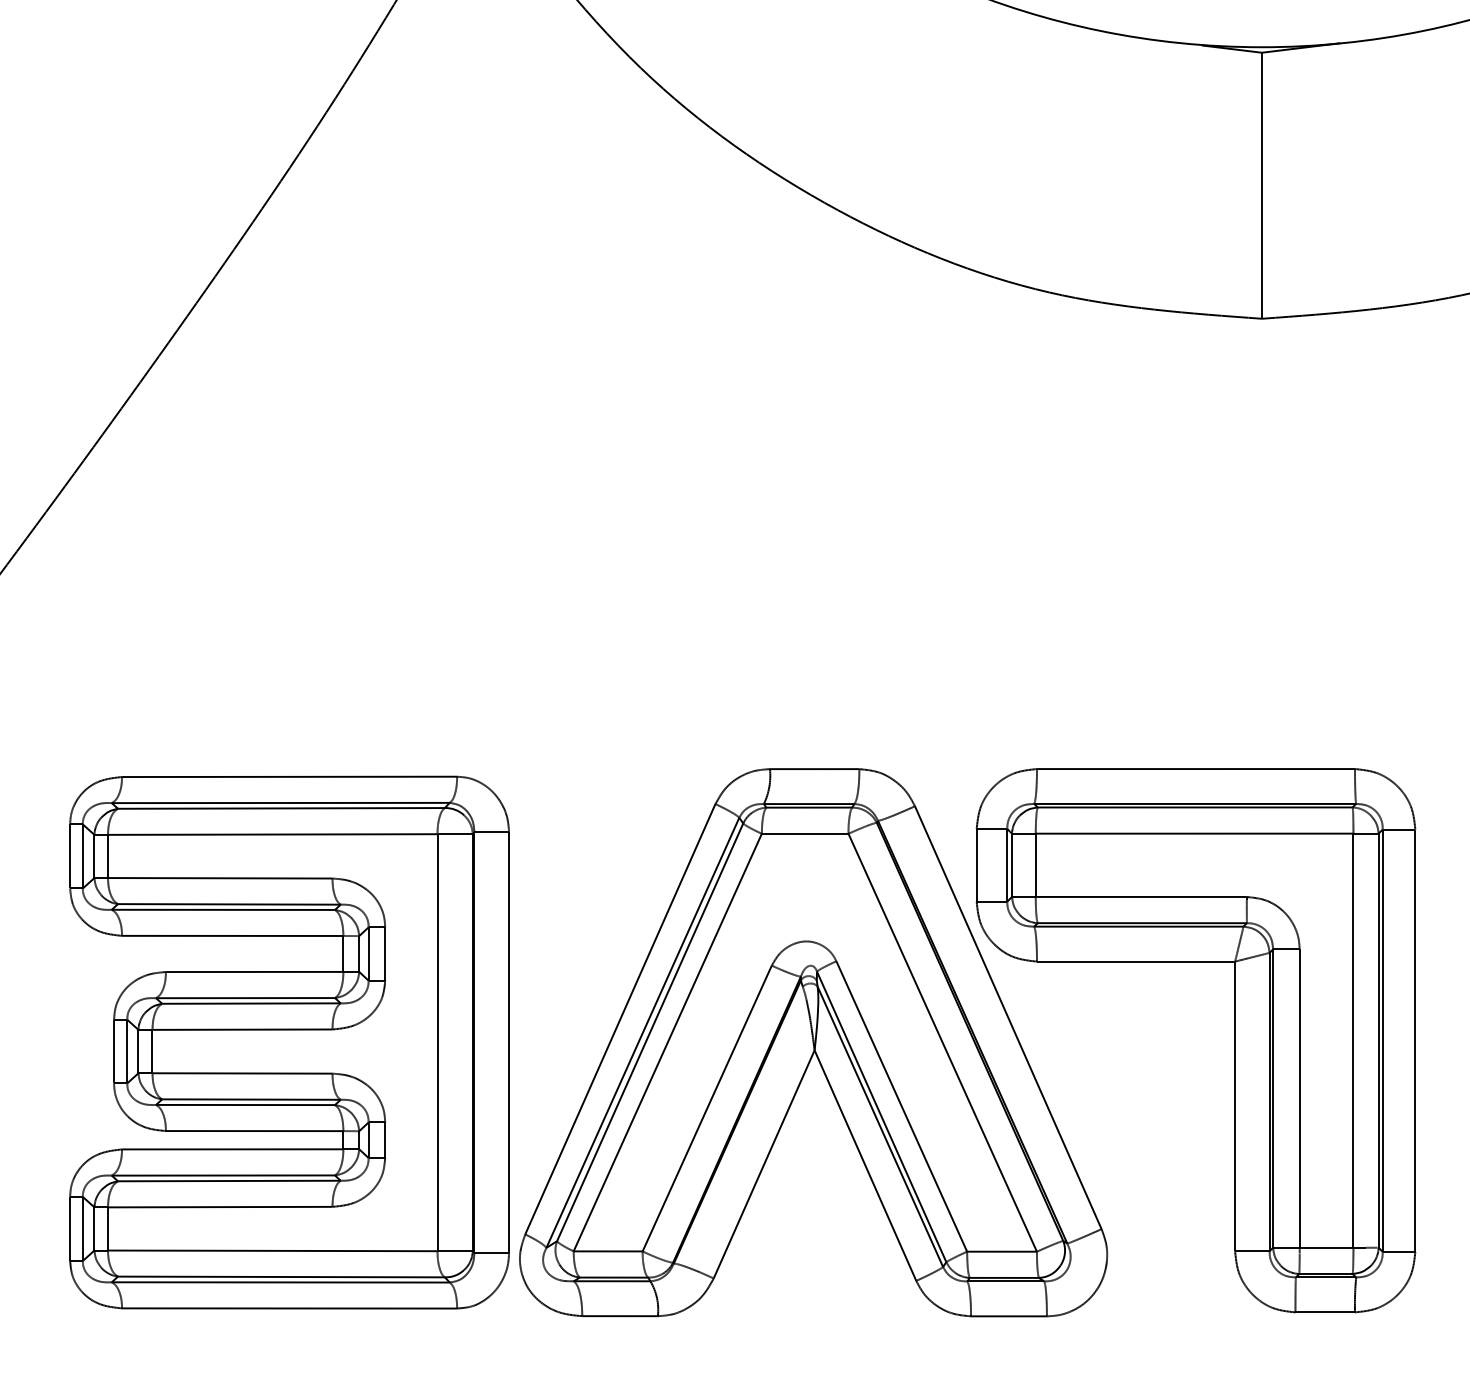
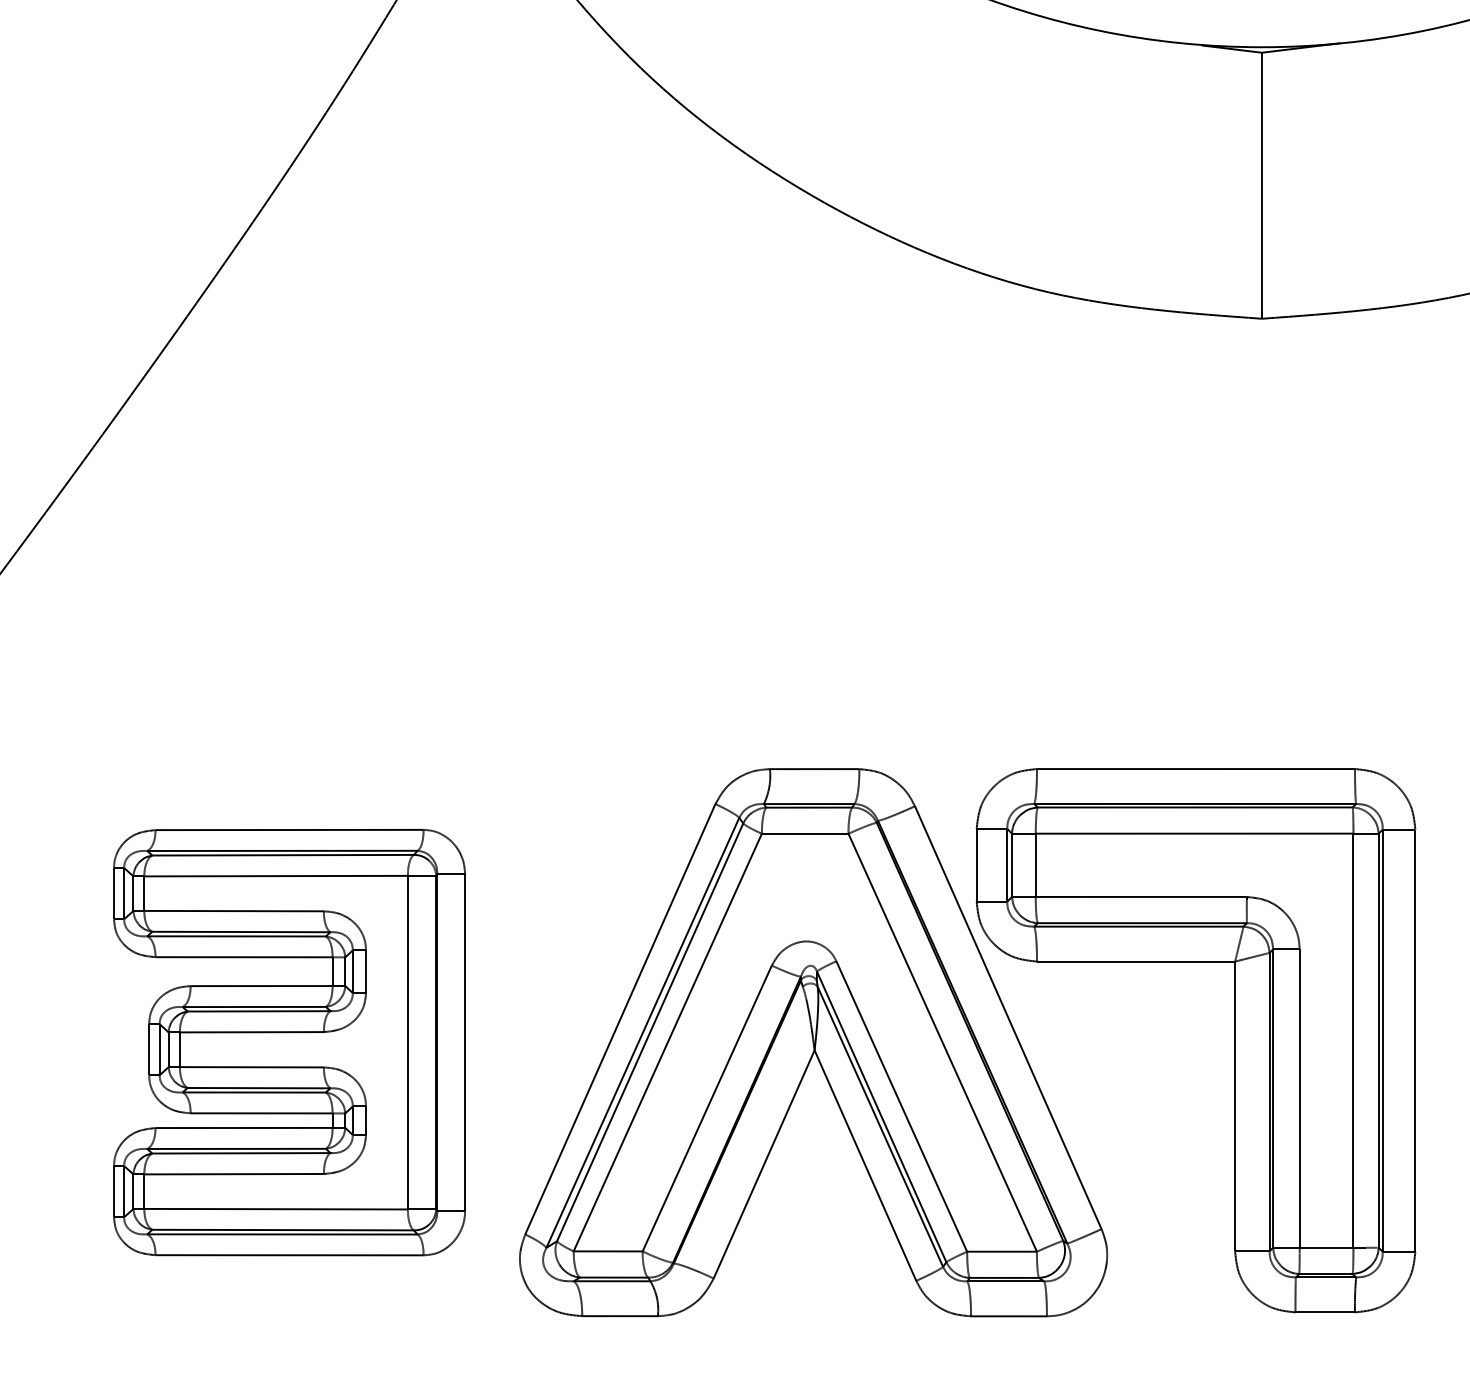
part at (289, 1042) size: 441x535 px -> 354x428 px
